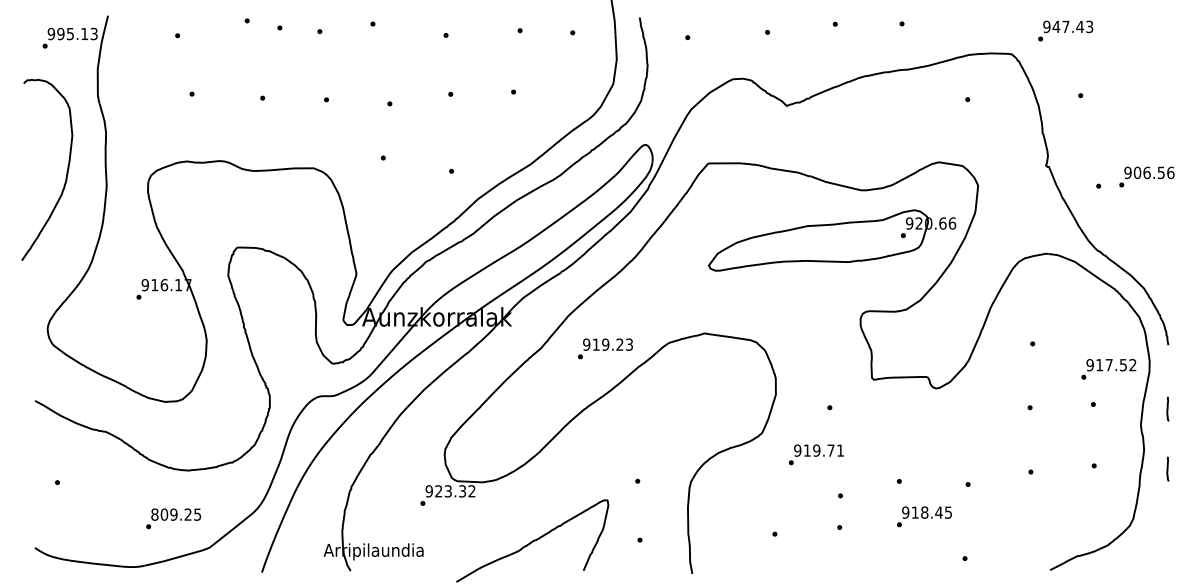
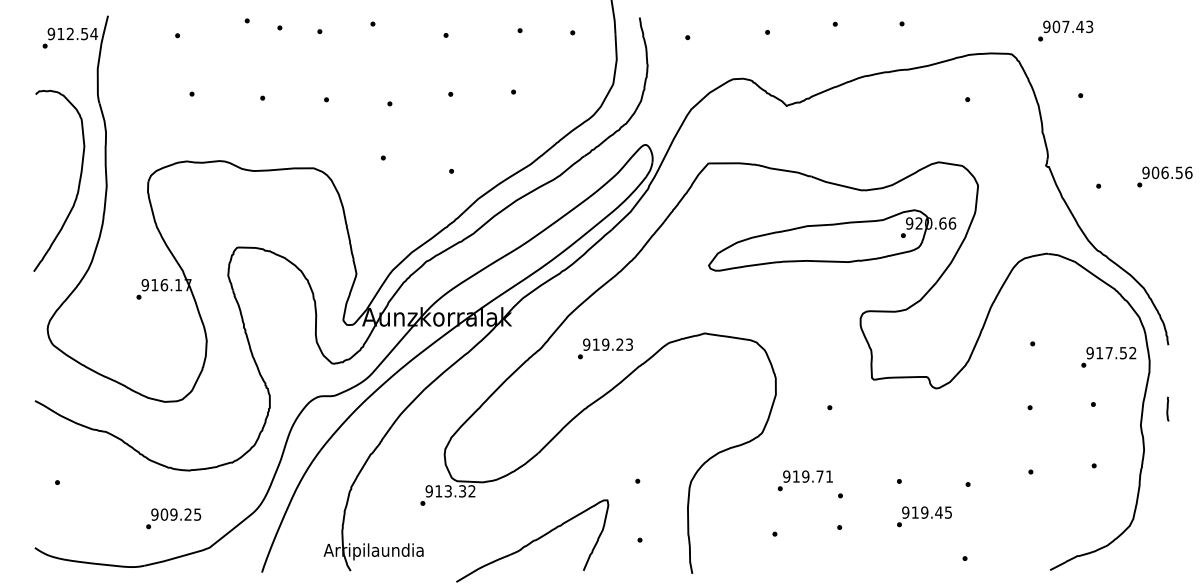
text at (1056, 26): 947.43 -> 907.43
text at (77, 33): 995.13 -> 912.54
curve at (66, 171) position: (66, 171) -> (78, 182)
text at (1146, 176) position: (1146, 176) -> (1164, 176)
text at (1108, 369) position: (1108, 369) -> (1108, 357)
text at (815, 454) position: (815, 454) -> (804, 480)
line at (1167, 468): present -> none
text at (438, 491): 923.32 -> 913.32
text at (924, 512): 918.45 -> 919.45
text at (154, 514): 809.25 -> 909.25
